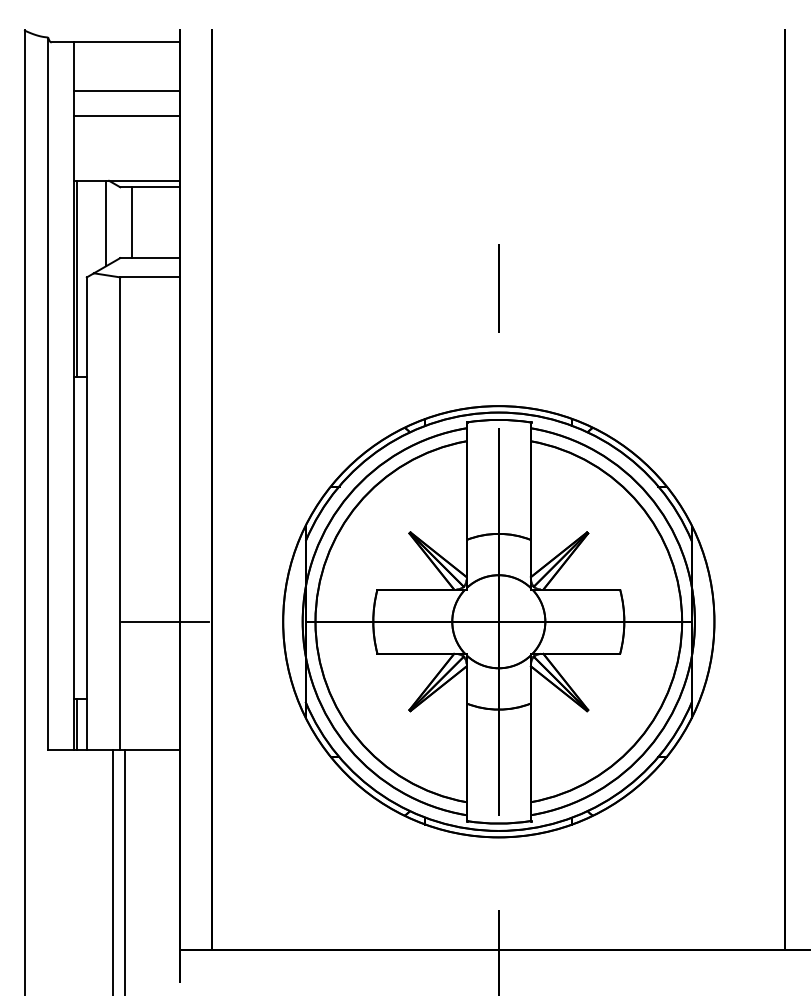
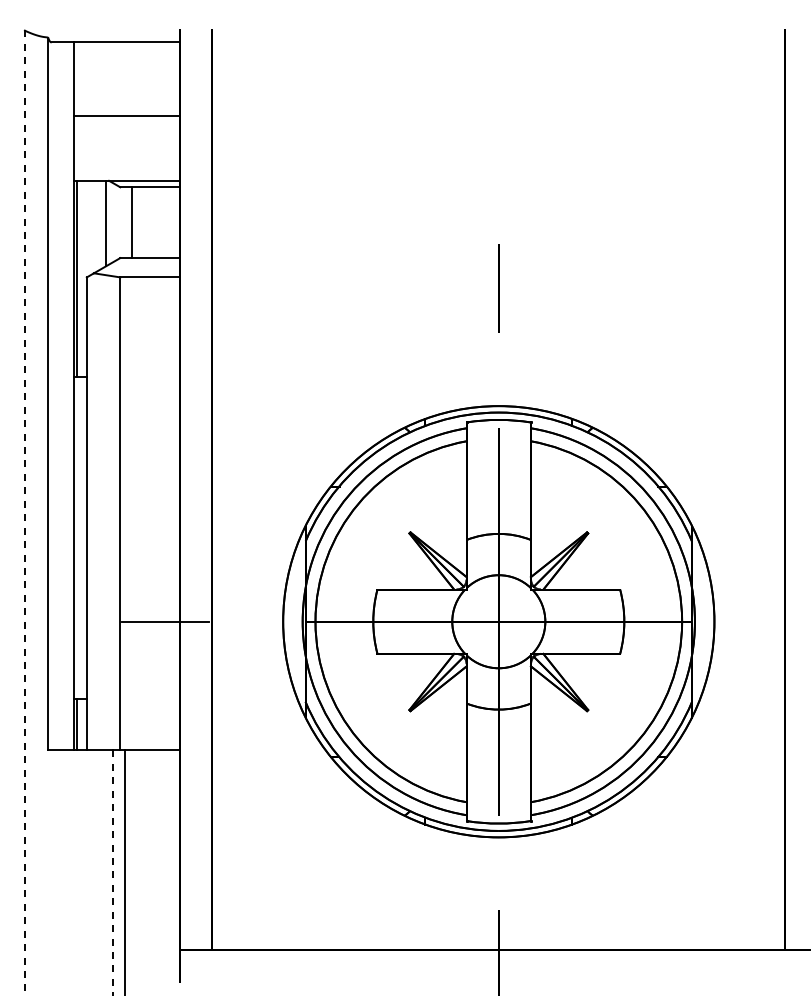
line at (127, 90): present -> none
line at (24, 513): solid -> dashed
line at (112, 873): solid -> dashed
